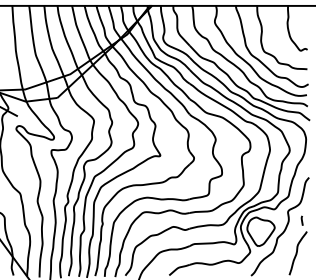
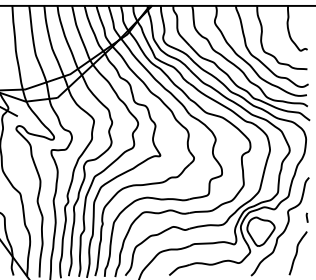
line at (301, 220) position: (301, 220) -> (306, 217)
